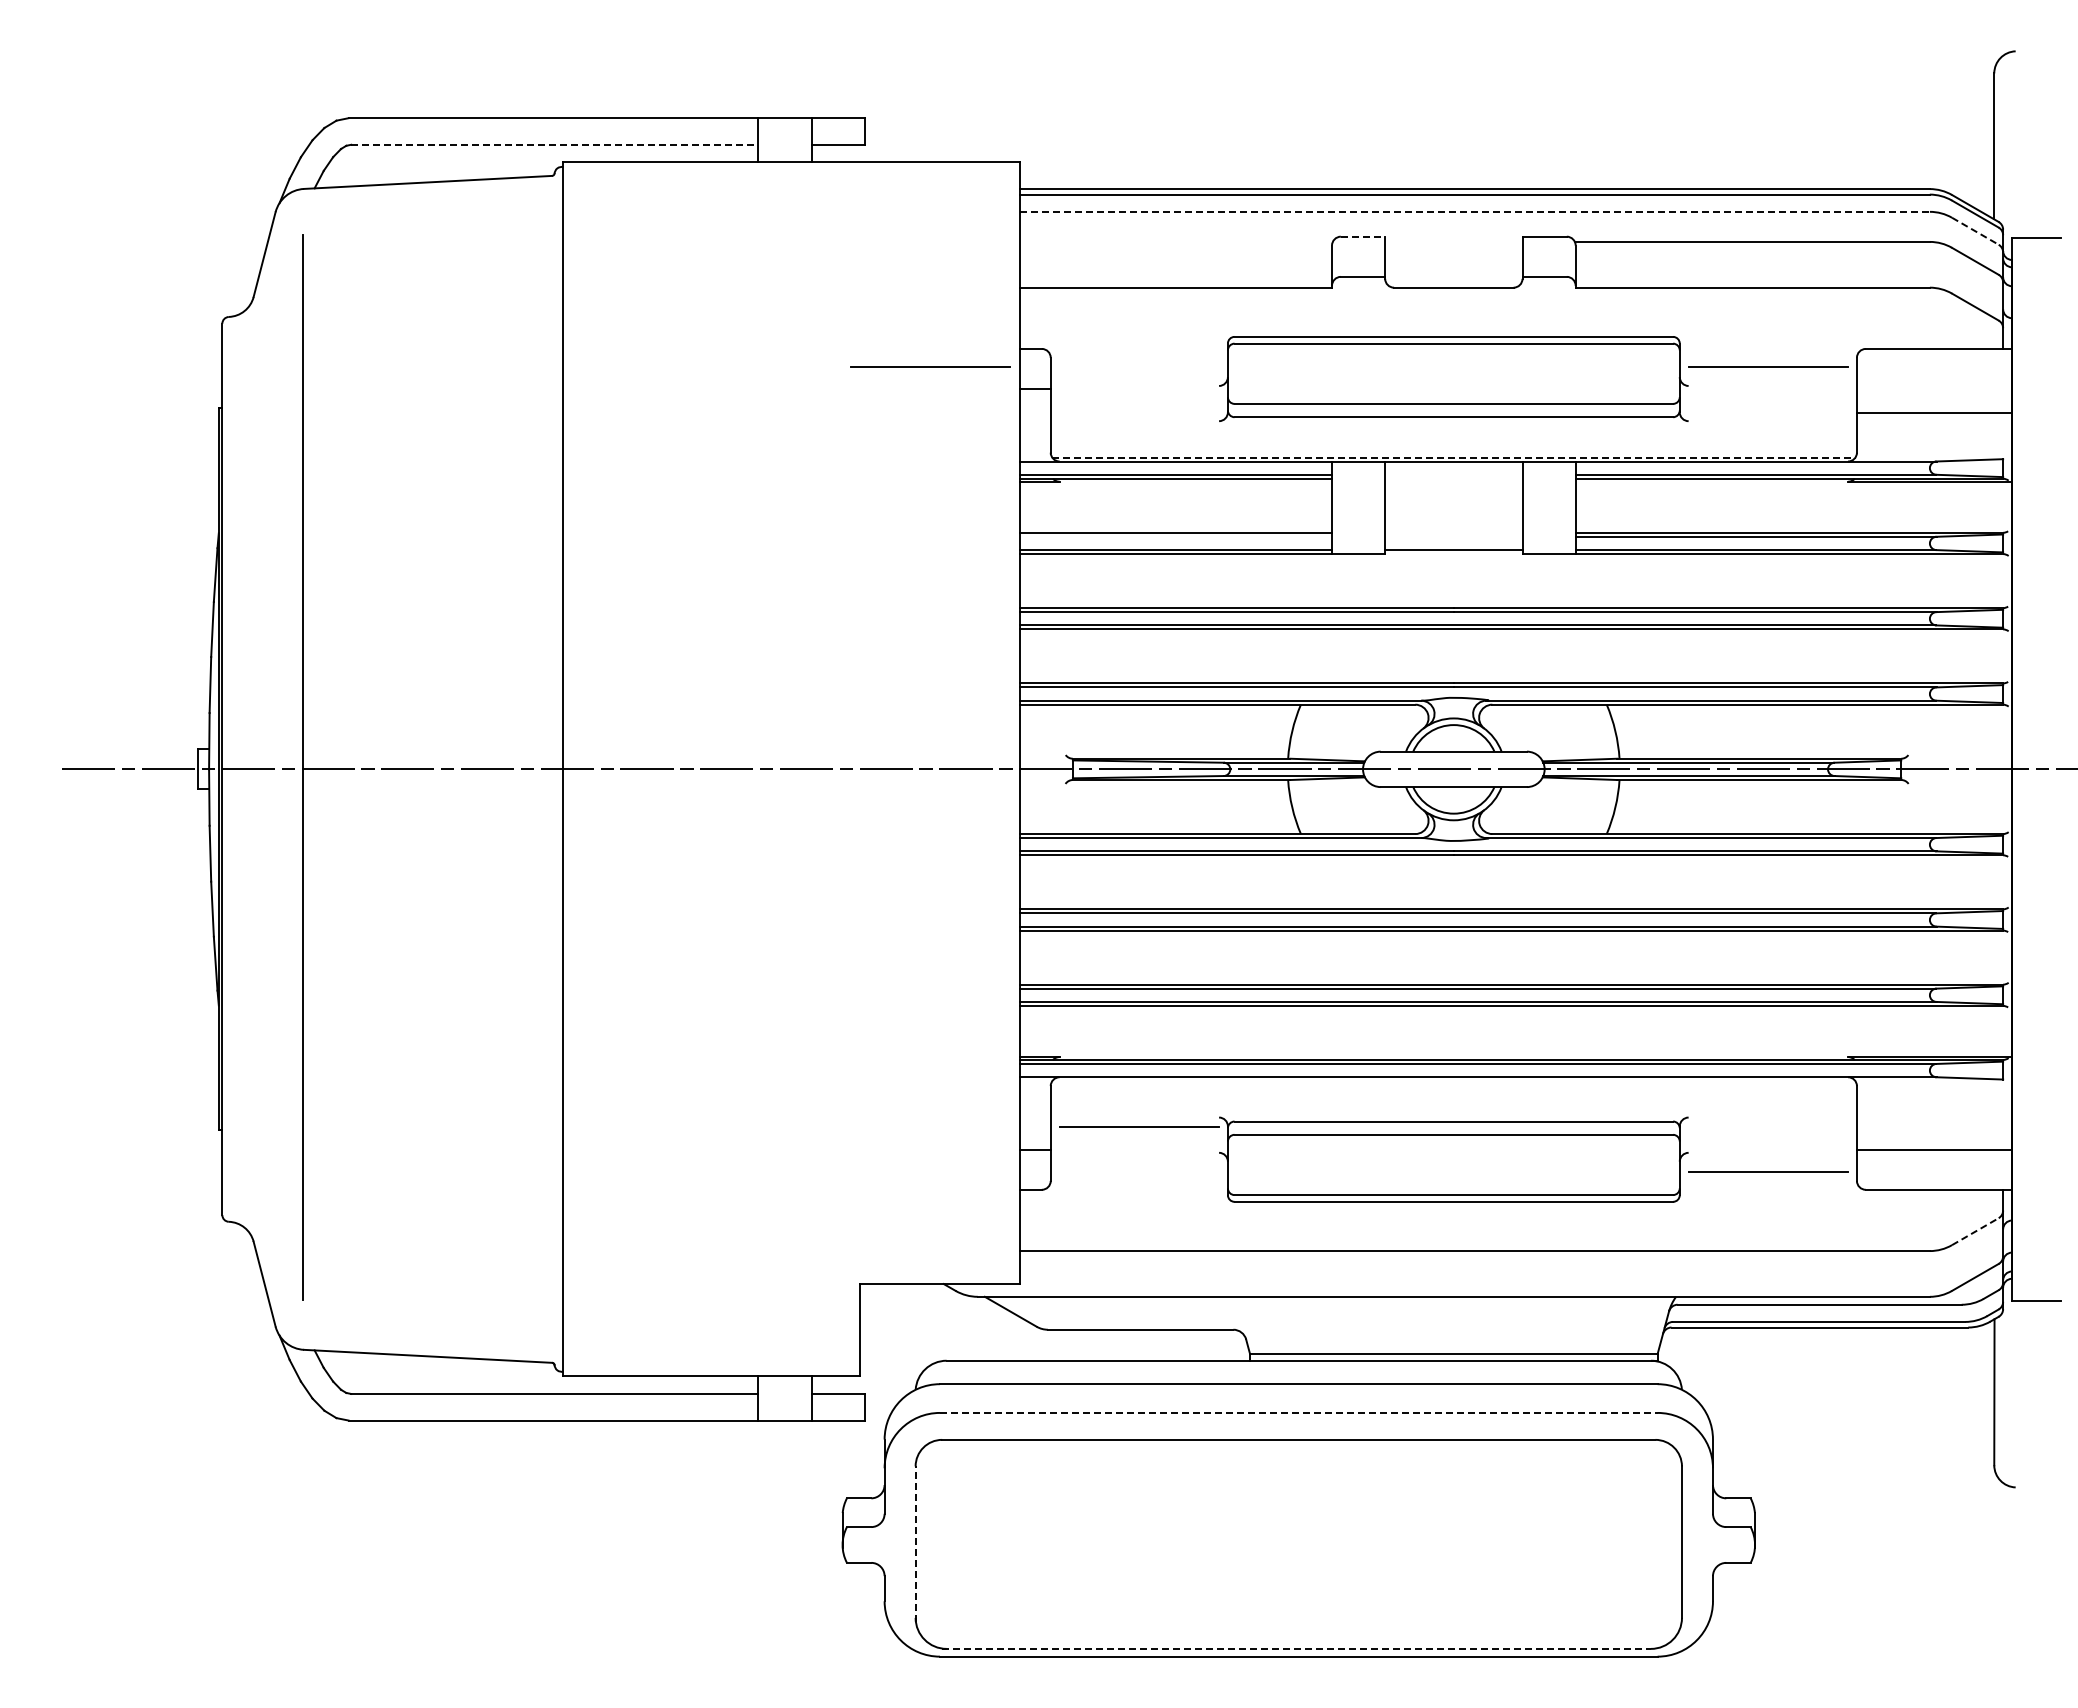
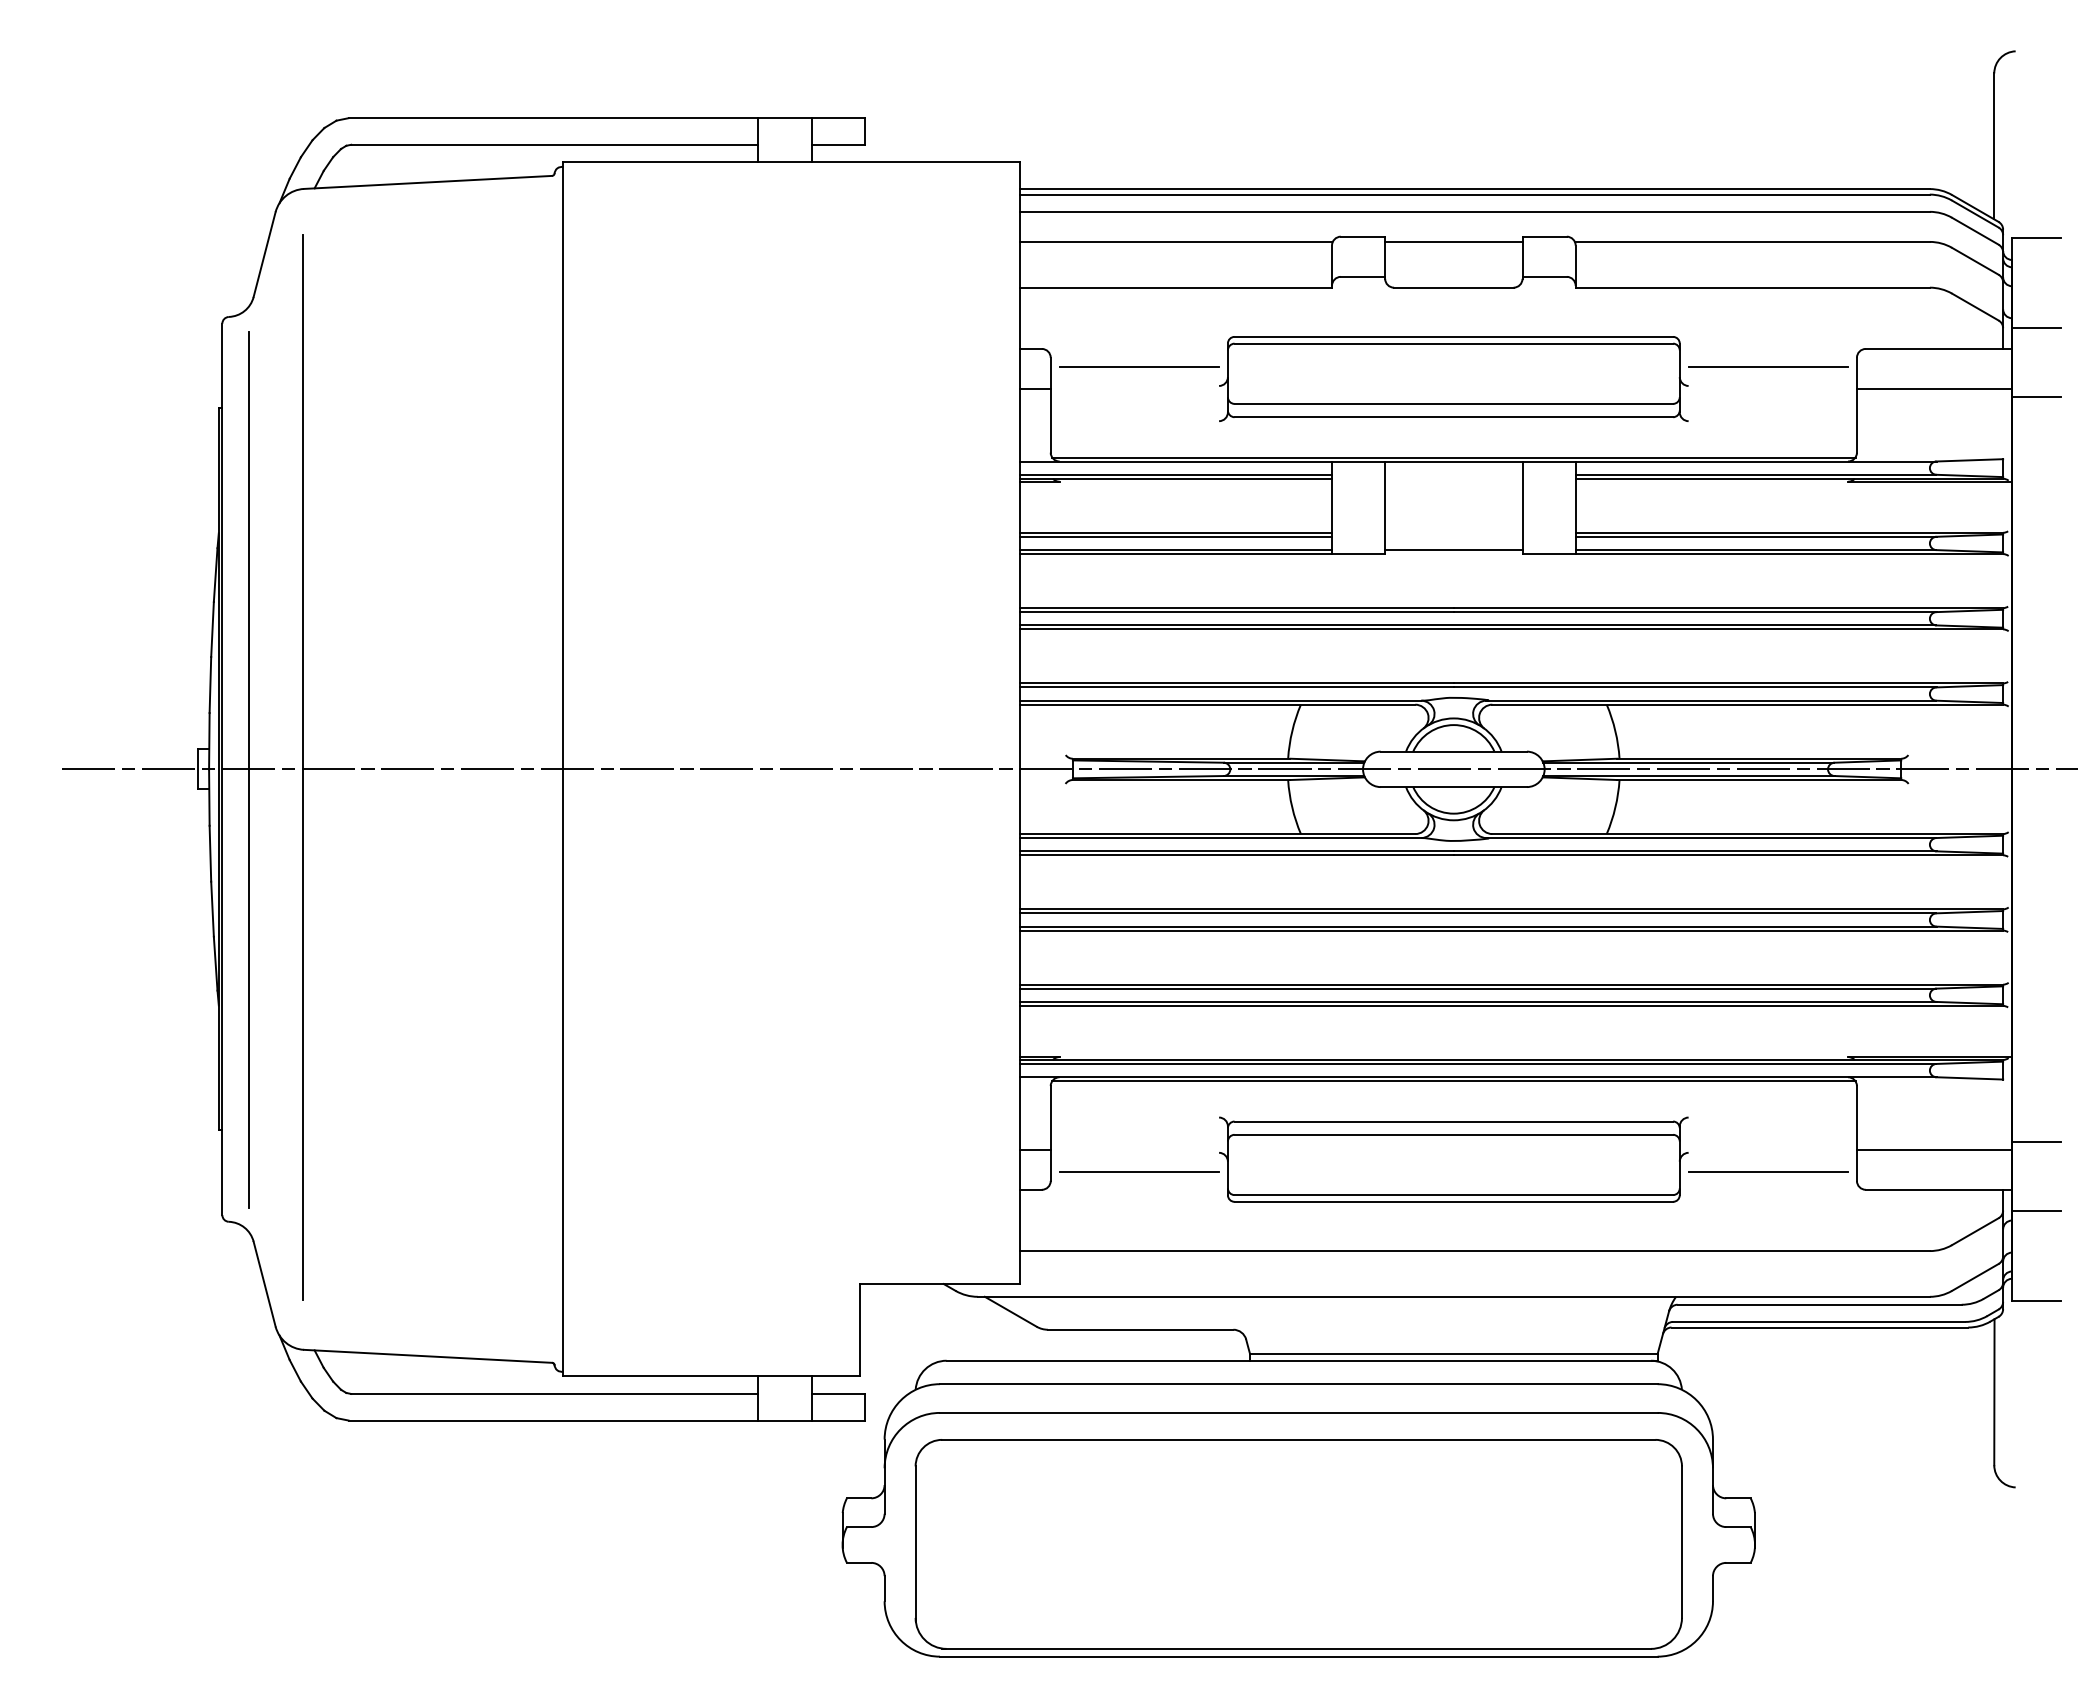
line at (554, 144): dashed -> solid
line at (1475, 211): dashed -> solid
line at (1975, 231): dashed -> solid
line at (1363, 236): dashed -> solid
line at (1175, 241): none -> present
line at (1453, 242): none -> present
line at (2035, 327): none -> present
line at (930, 366) position: (930, 366) -> (1139, 366)
line at (2035, 396): none -> present
line at (1933, 412) position: (1933, 412) -> (1933, 388)
line at (1453, 457): dashed -> solid
line at (1175, 536): none -> present
line at (248, 769): none -> present
line at (1453, 1081): none -> present
line at (1139, 1126) position: (1139, 1126) -> (1139, 1171)
line at (2035, 1142): none -> present
line at (2035, 1211): none -> present
line at (1975, 1231): dashed -> solid
line at (1298, 1412): dashed -> solid
line at (915, 1544): dashed -> solid
line at (1297, 1648): dashed -> solid
